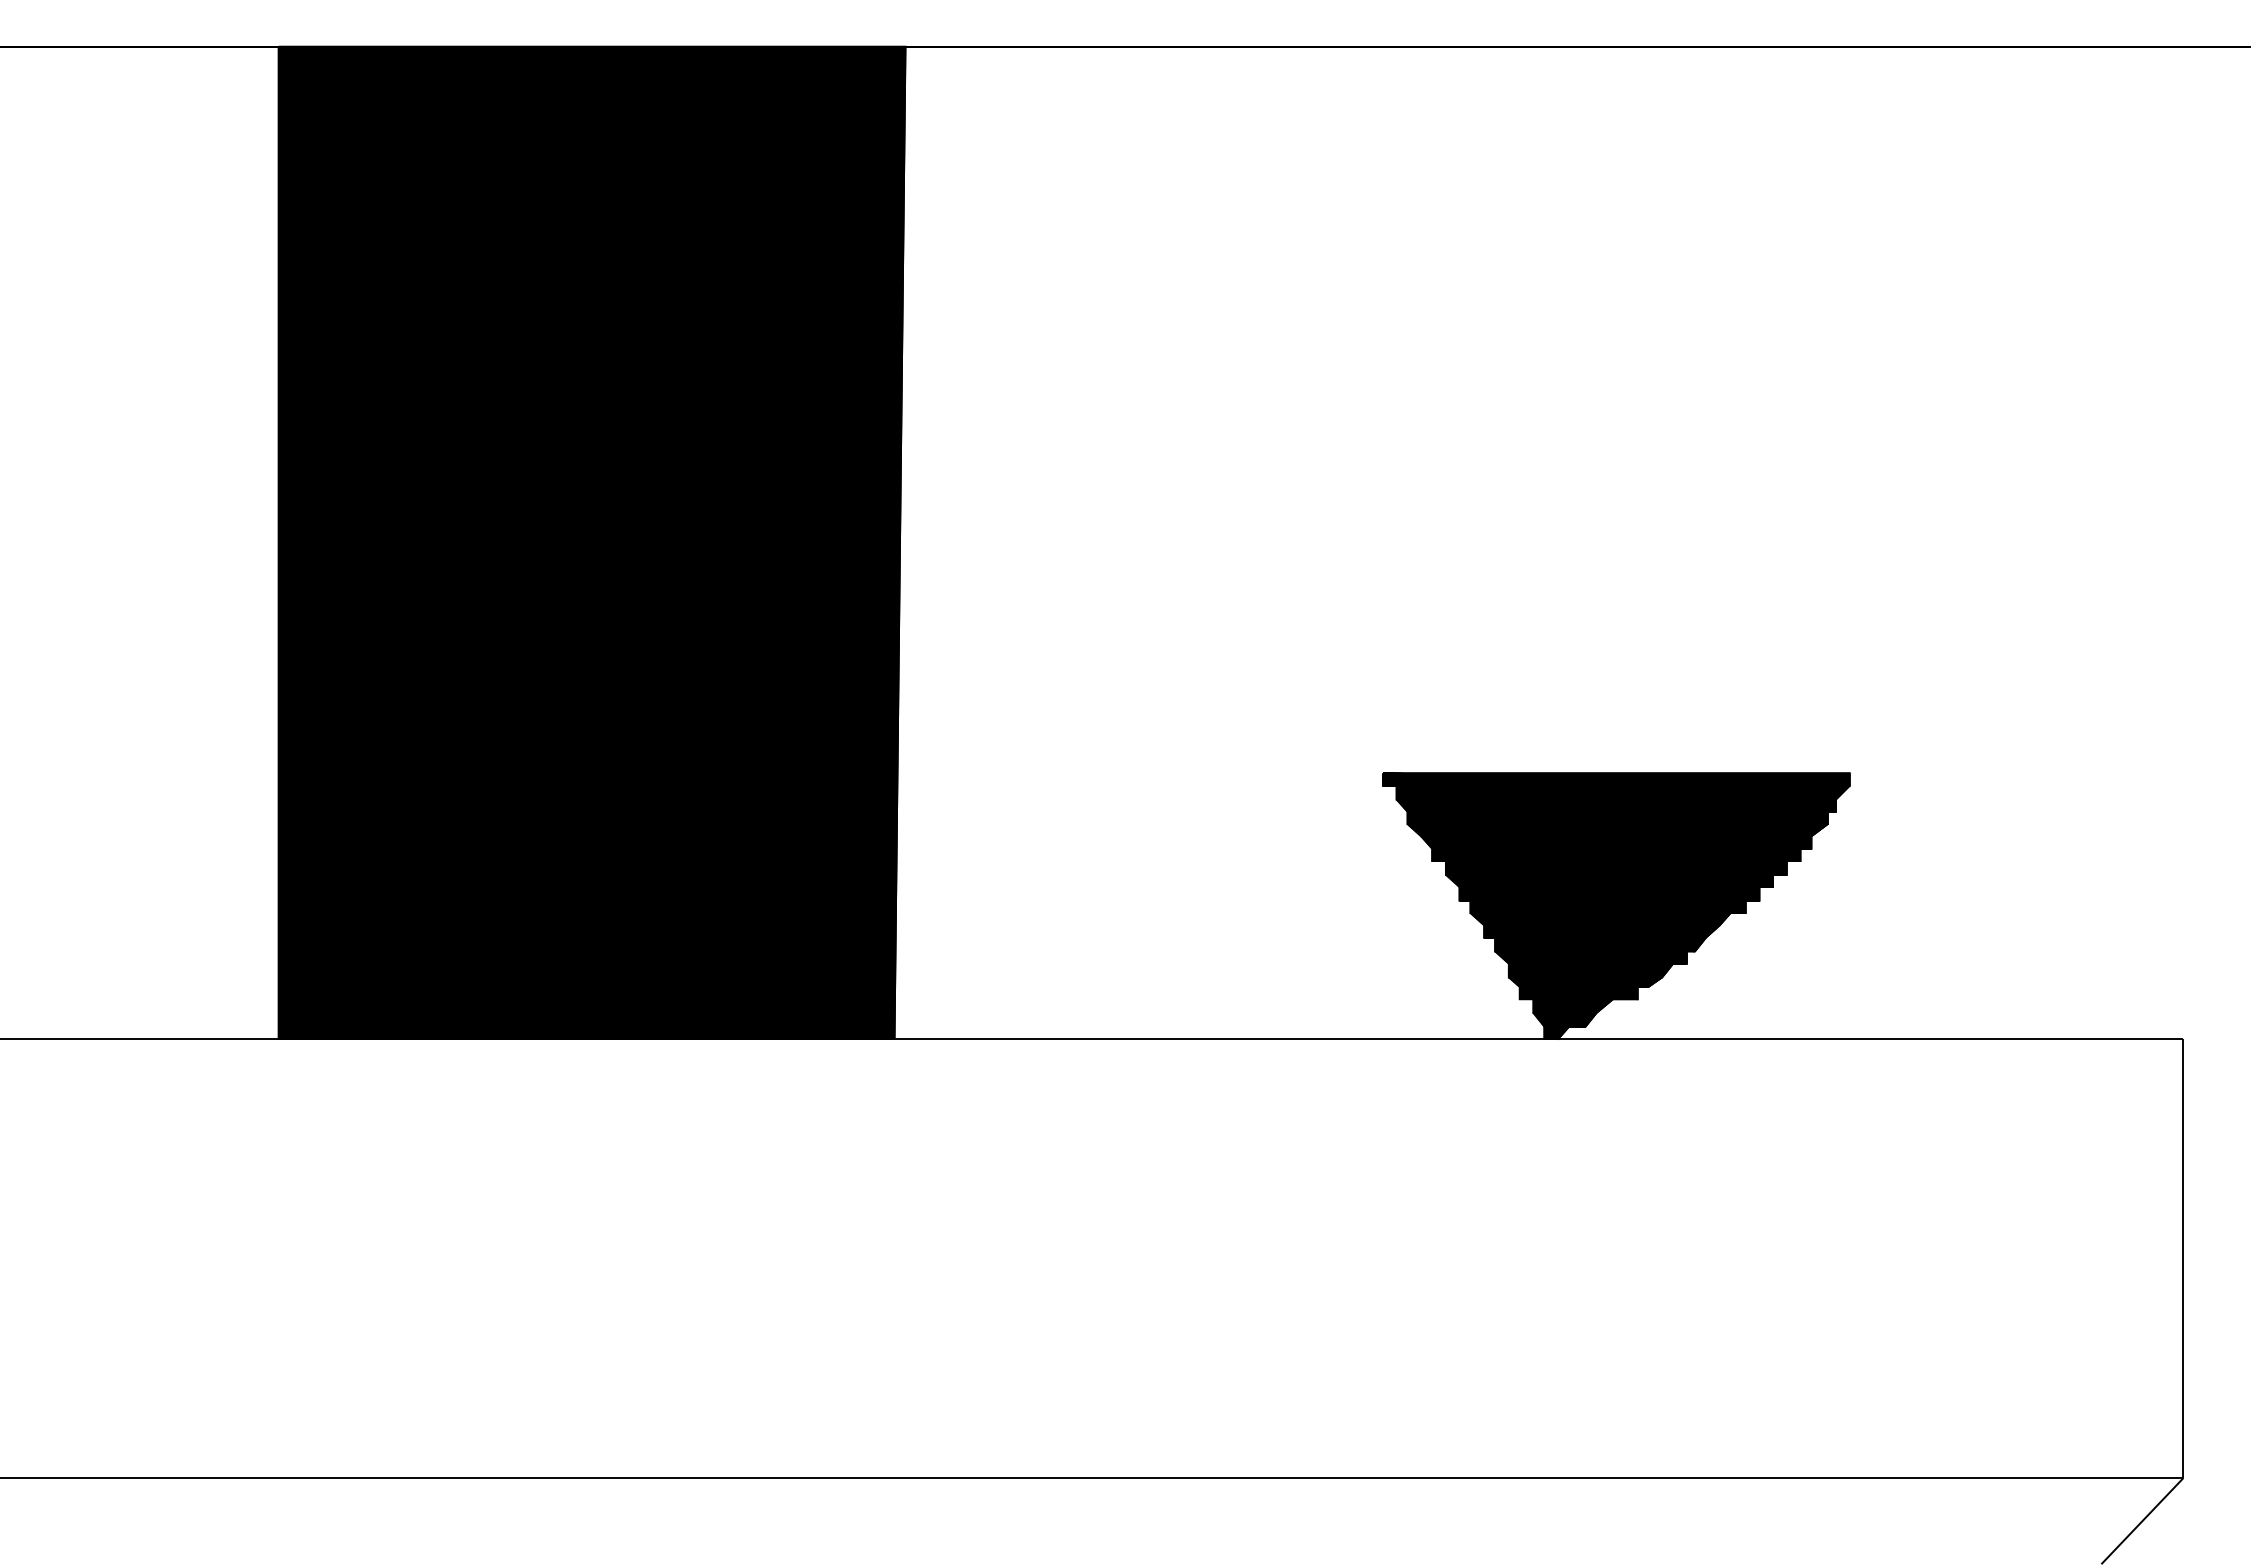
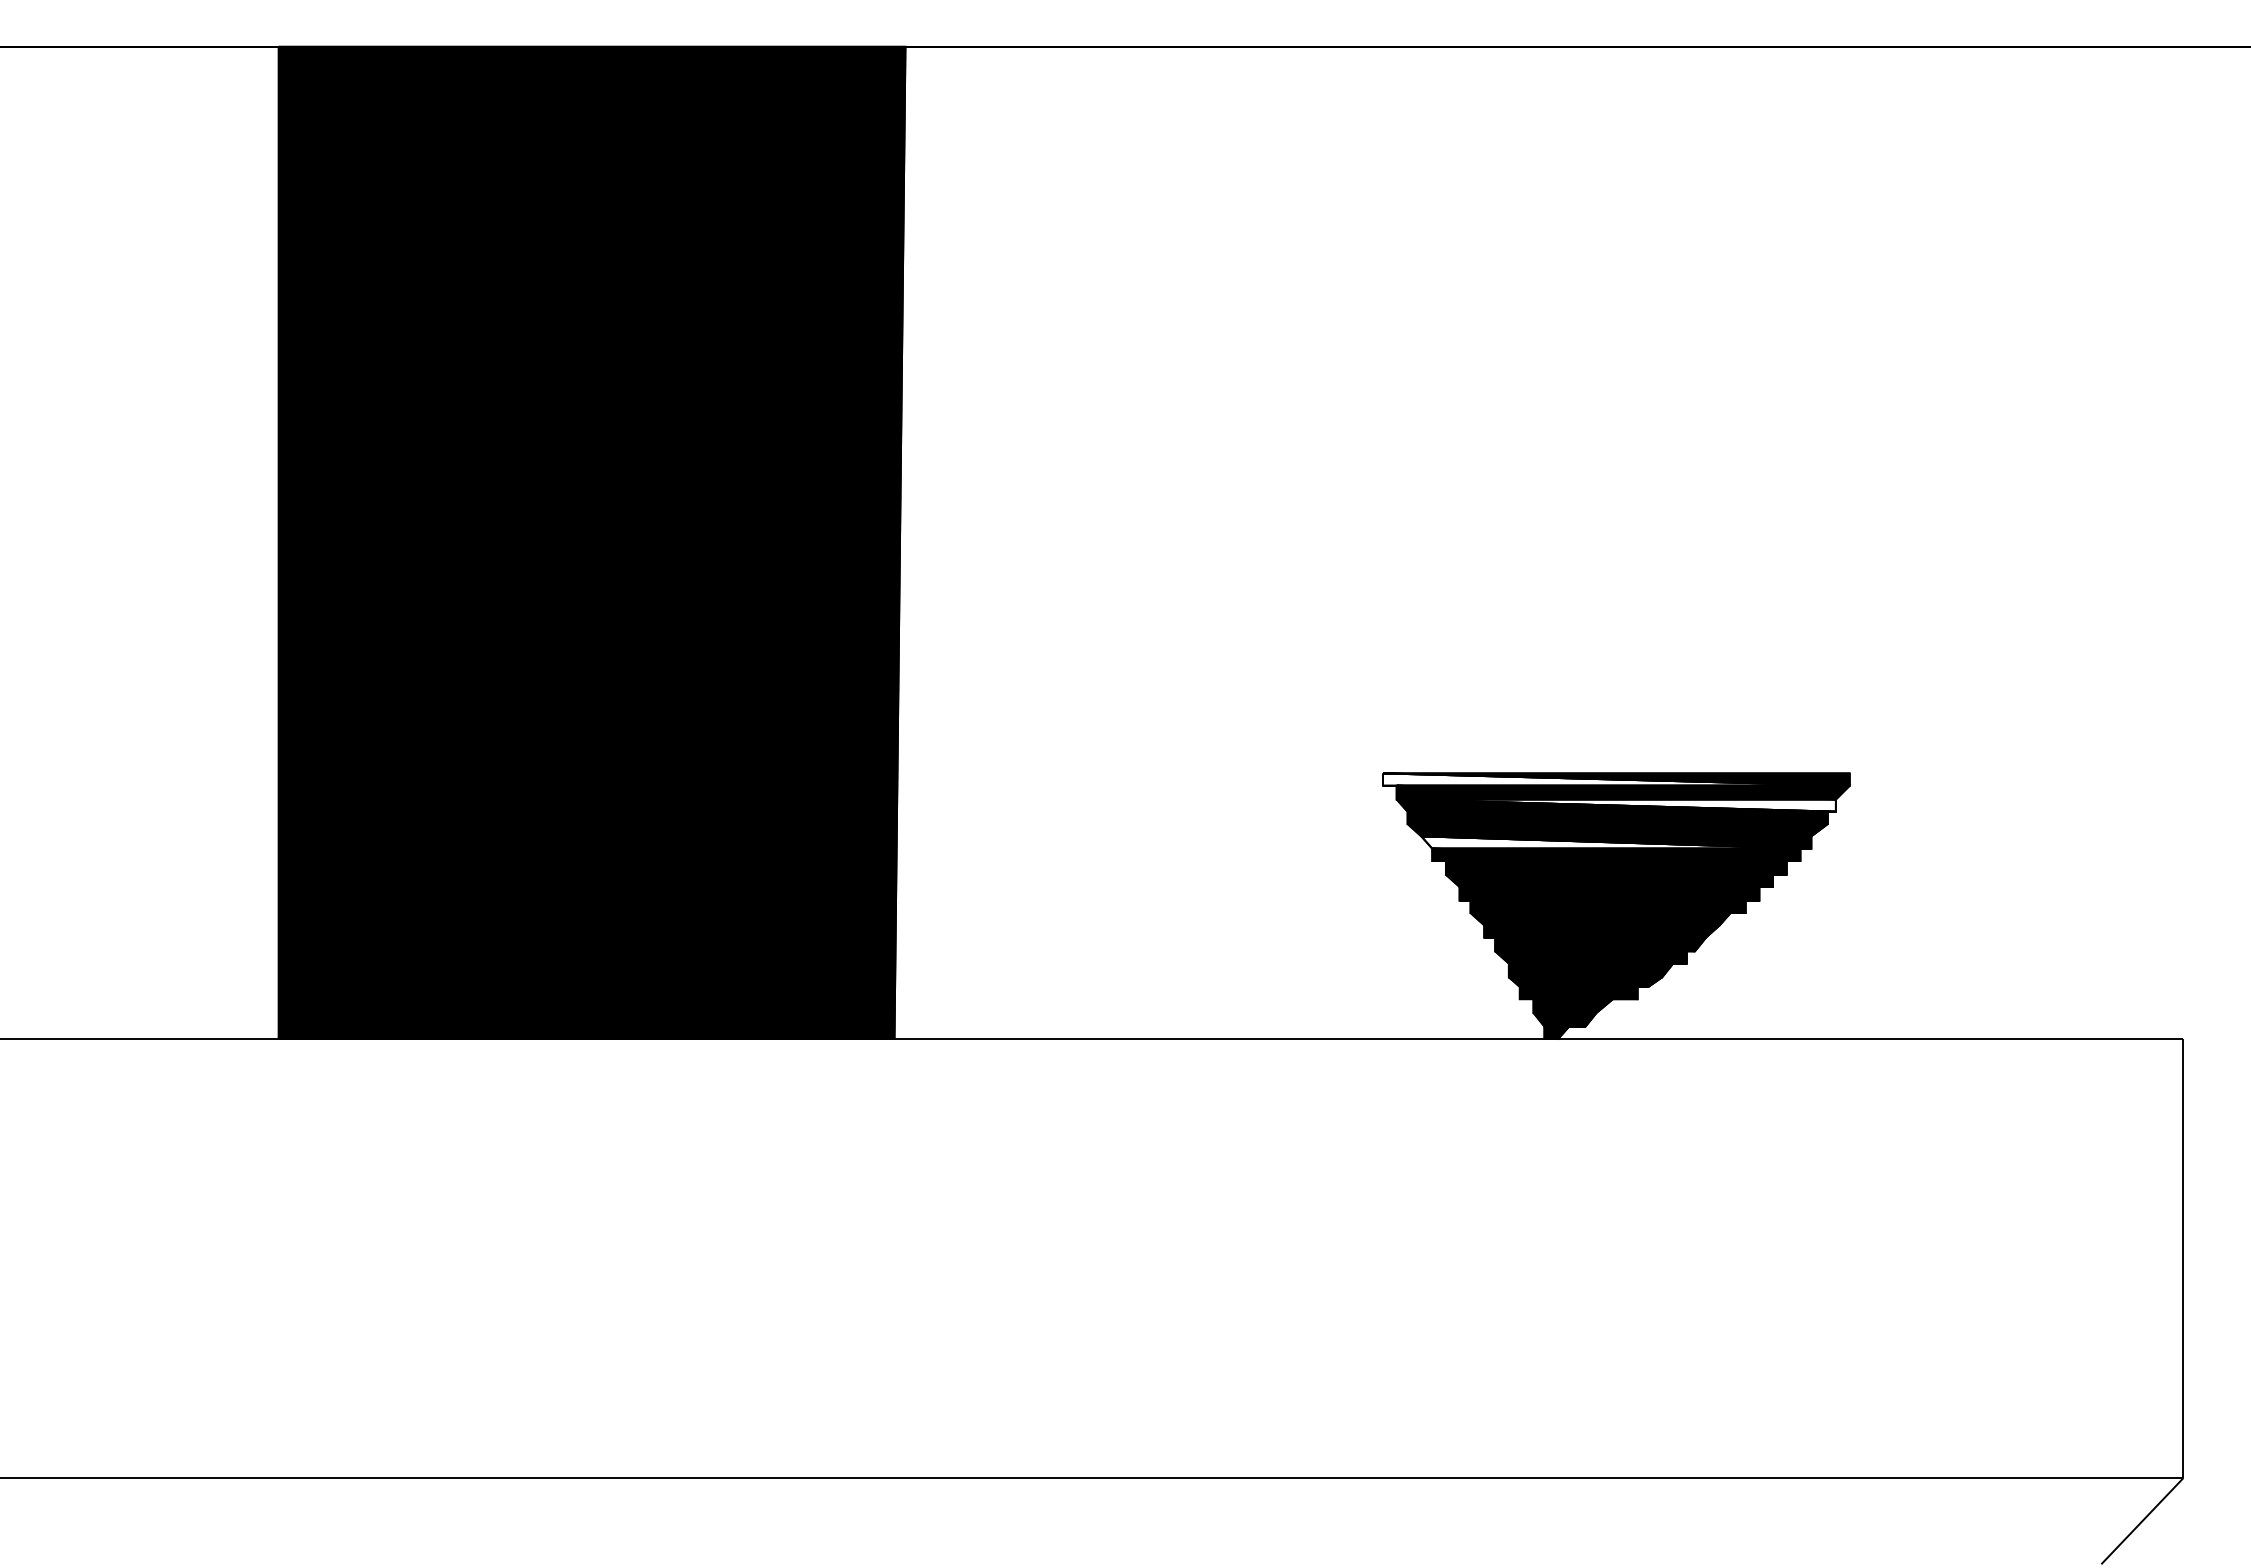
fill at (1616, 779): present -> none
fill at (1615, 805): present -> none
fill at (1616, 842): present -> none
